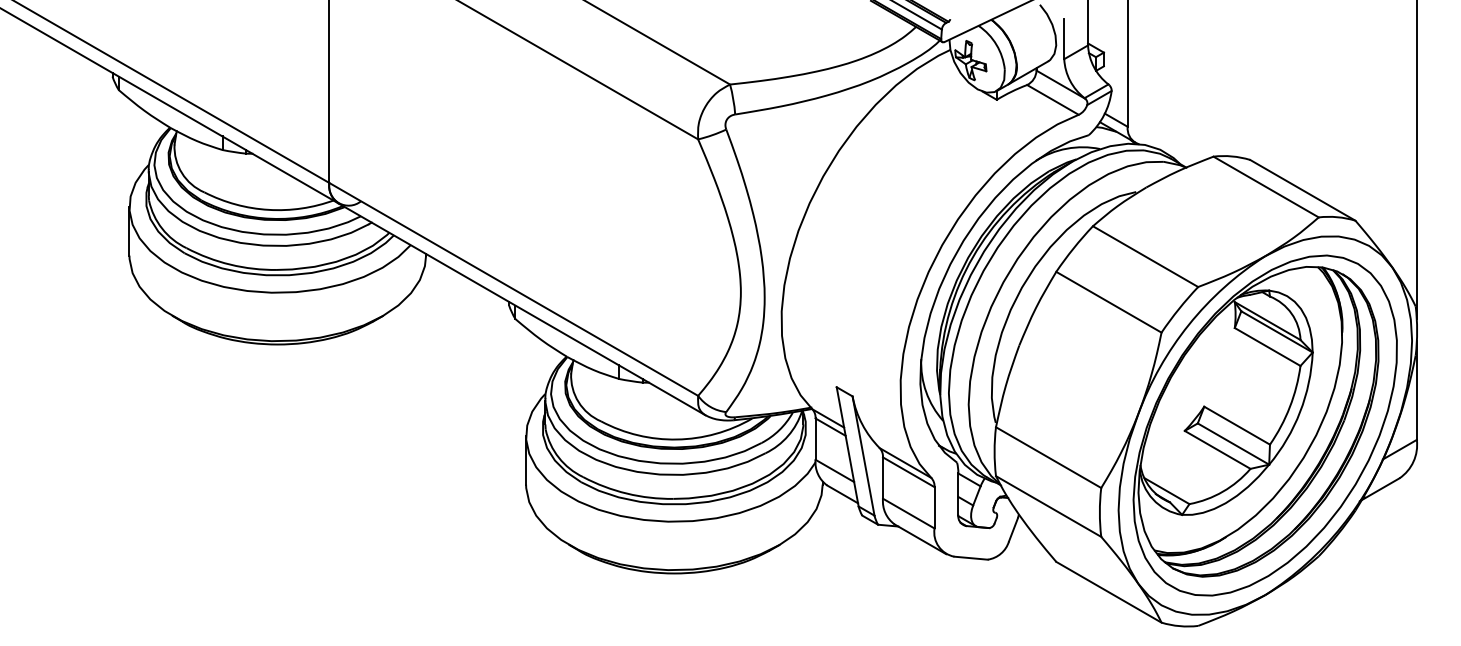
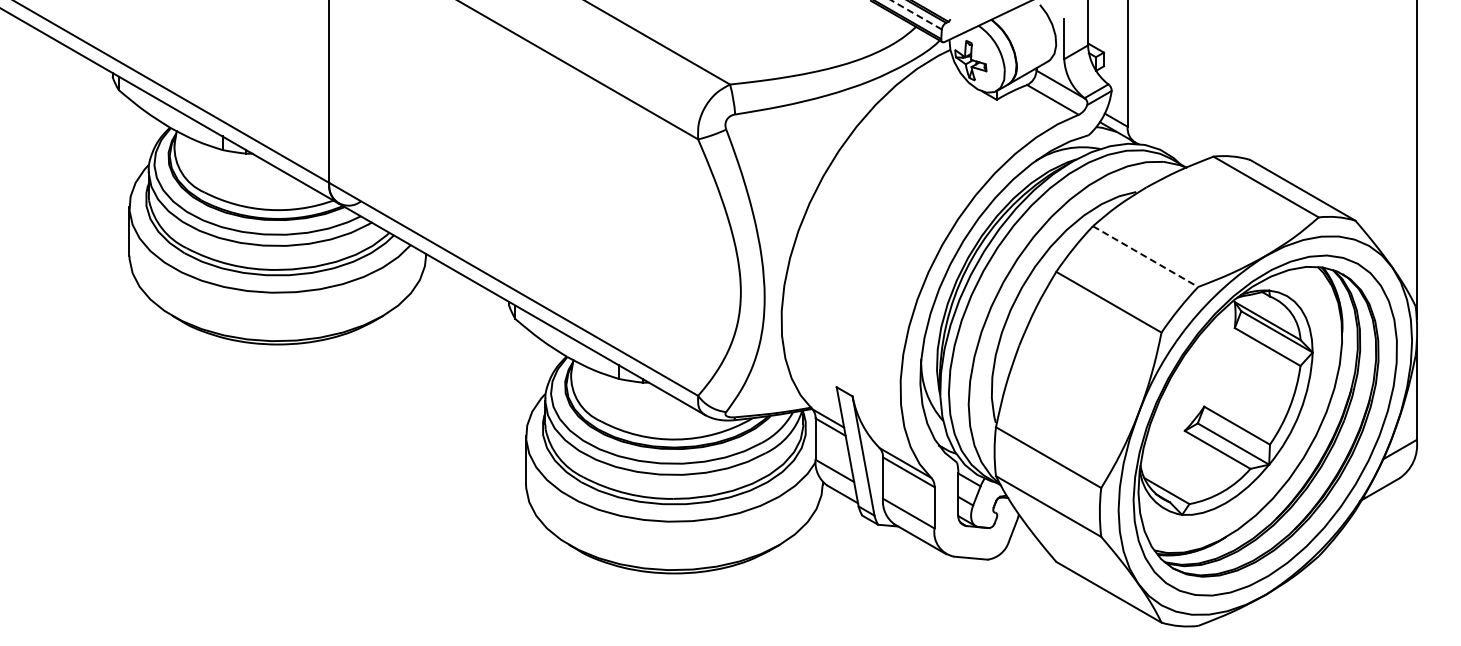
line at (916, 14): solid -> dashed
line at (1145, 256): solid -> dashed
